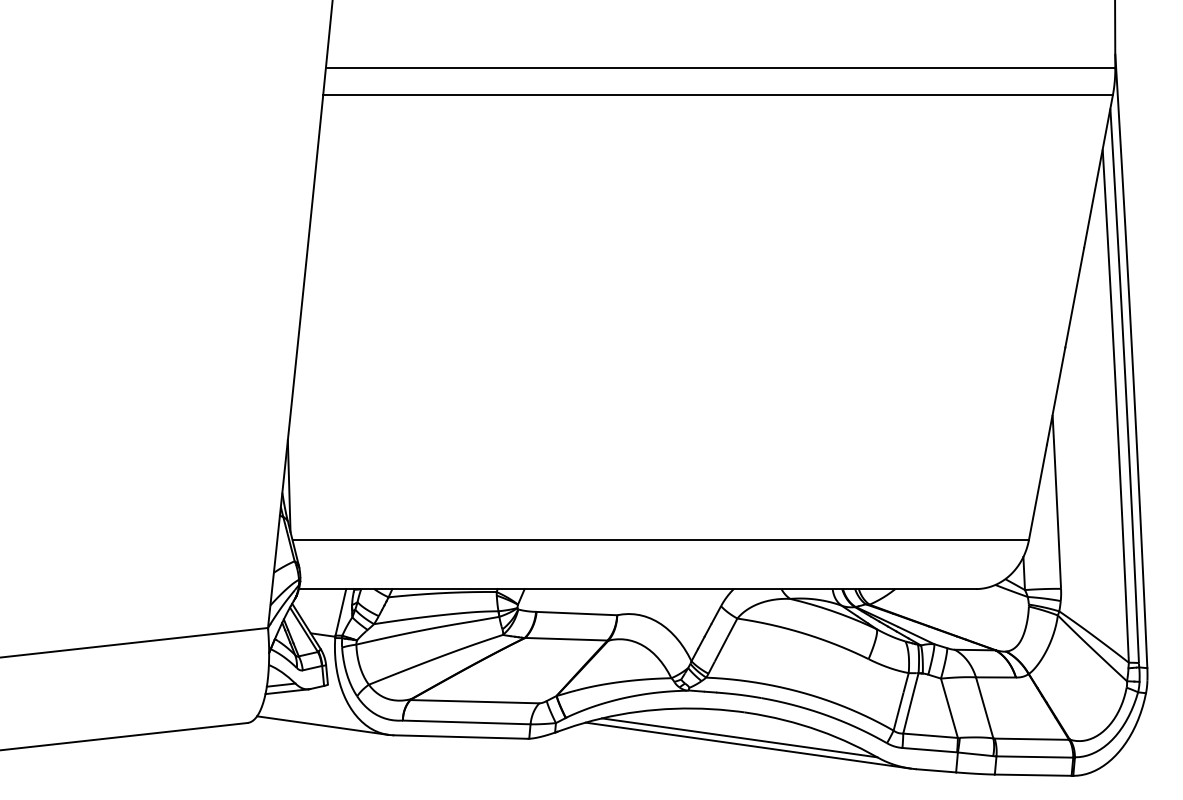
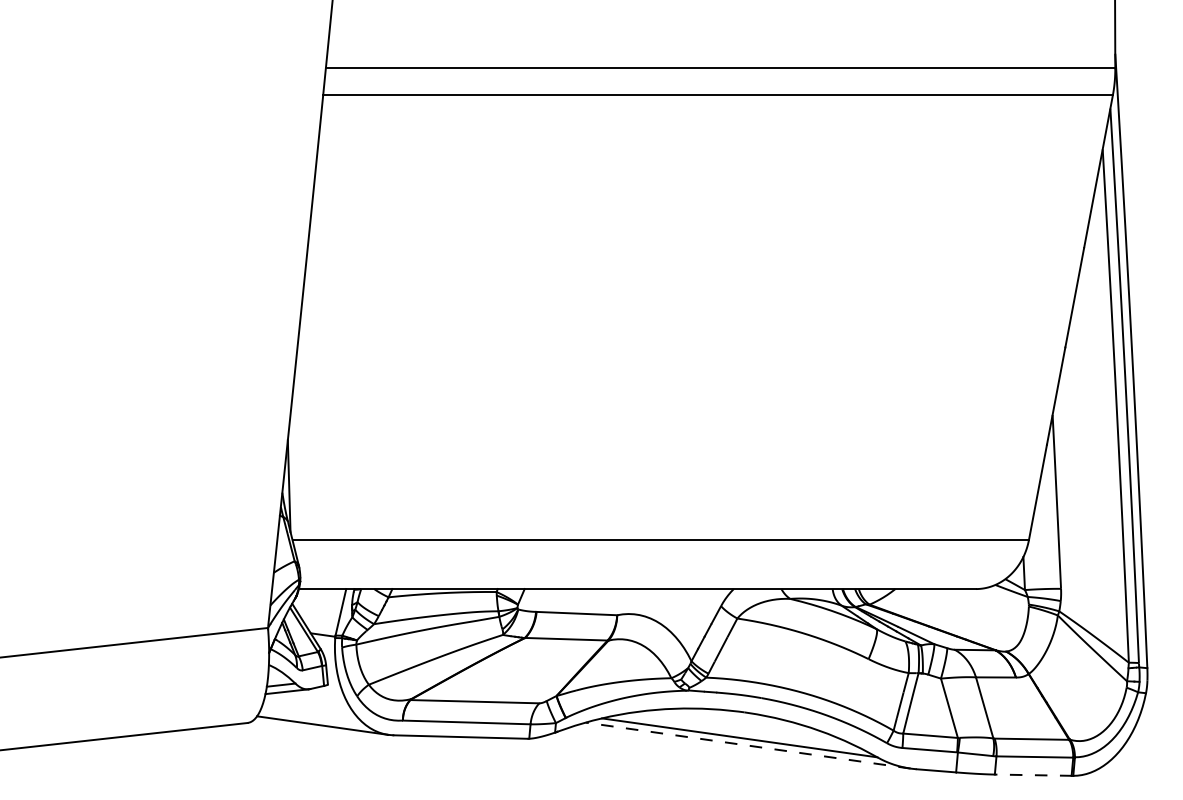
line at (747, 745): solid -> dashed
line at (1033, 775): solid -> dashed
